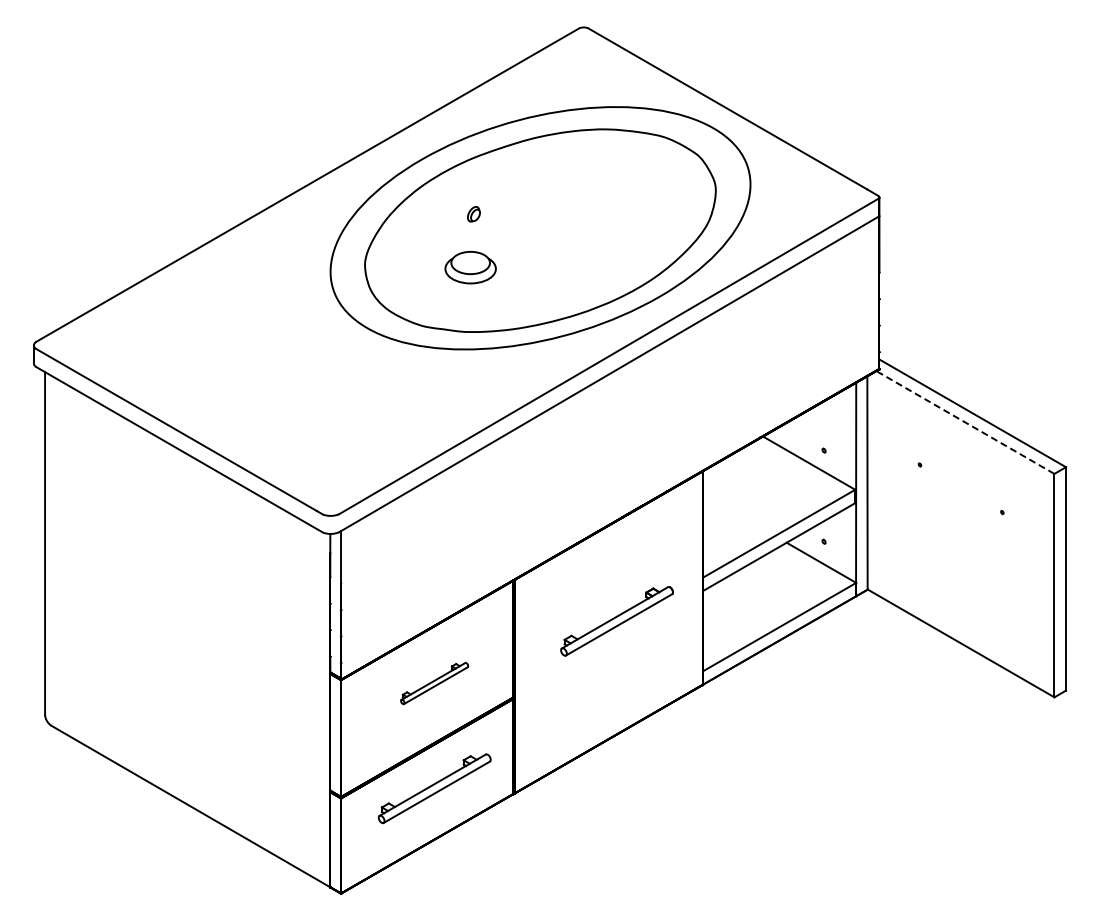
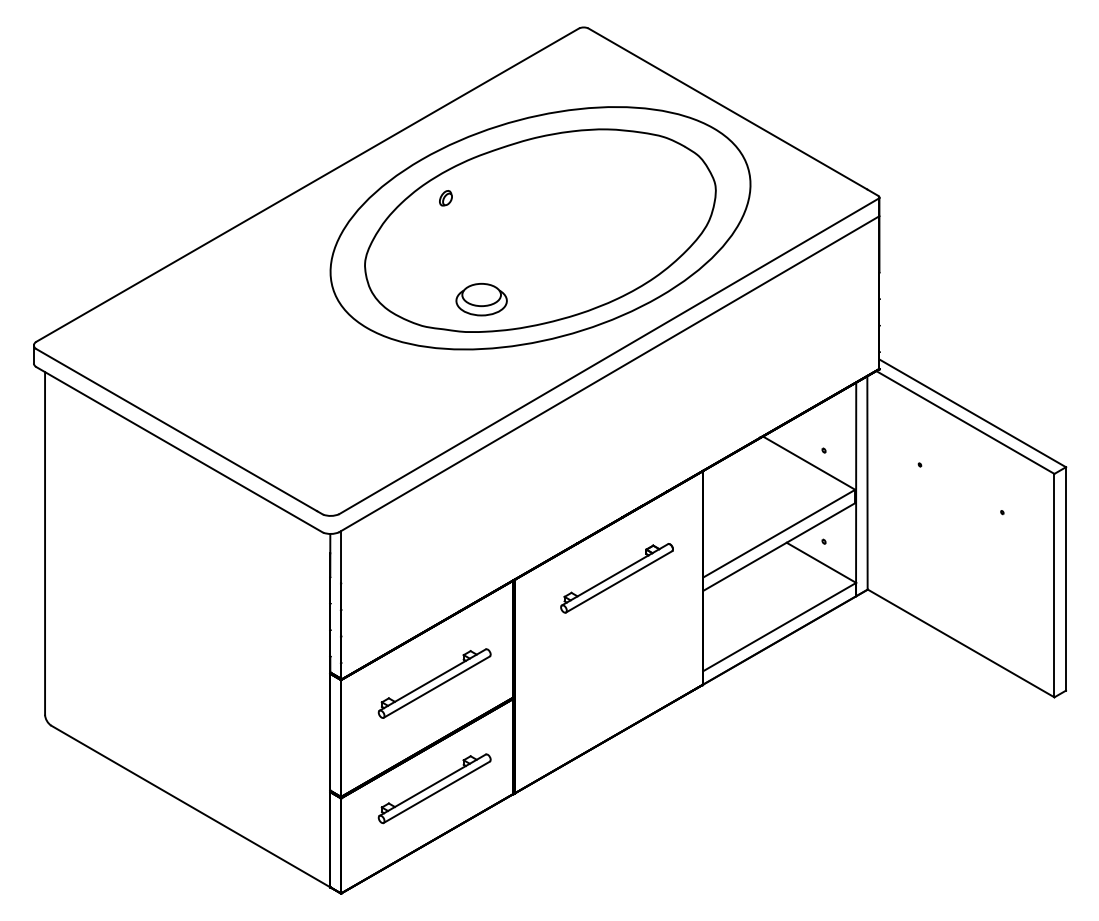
part at (473, 214) position: (473, 214) -> (445, 198)
part at (470, 267) position: (470, 267) -> (481, 299)
line at (965, 422): dashed -> solid
part at (616, 621) position: (616, 621) -> (616, 578)
part at (434, 683) size: 70x44 px -> 115x71 px
